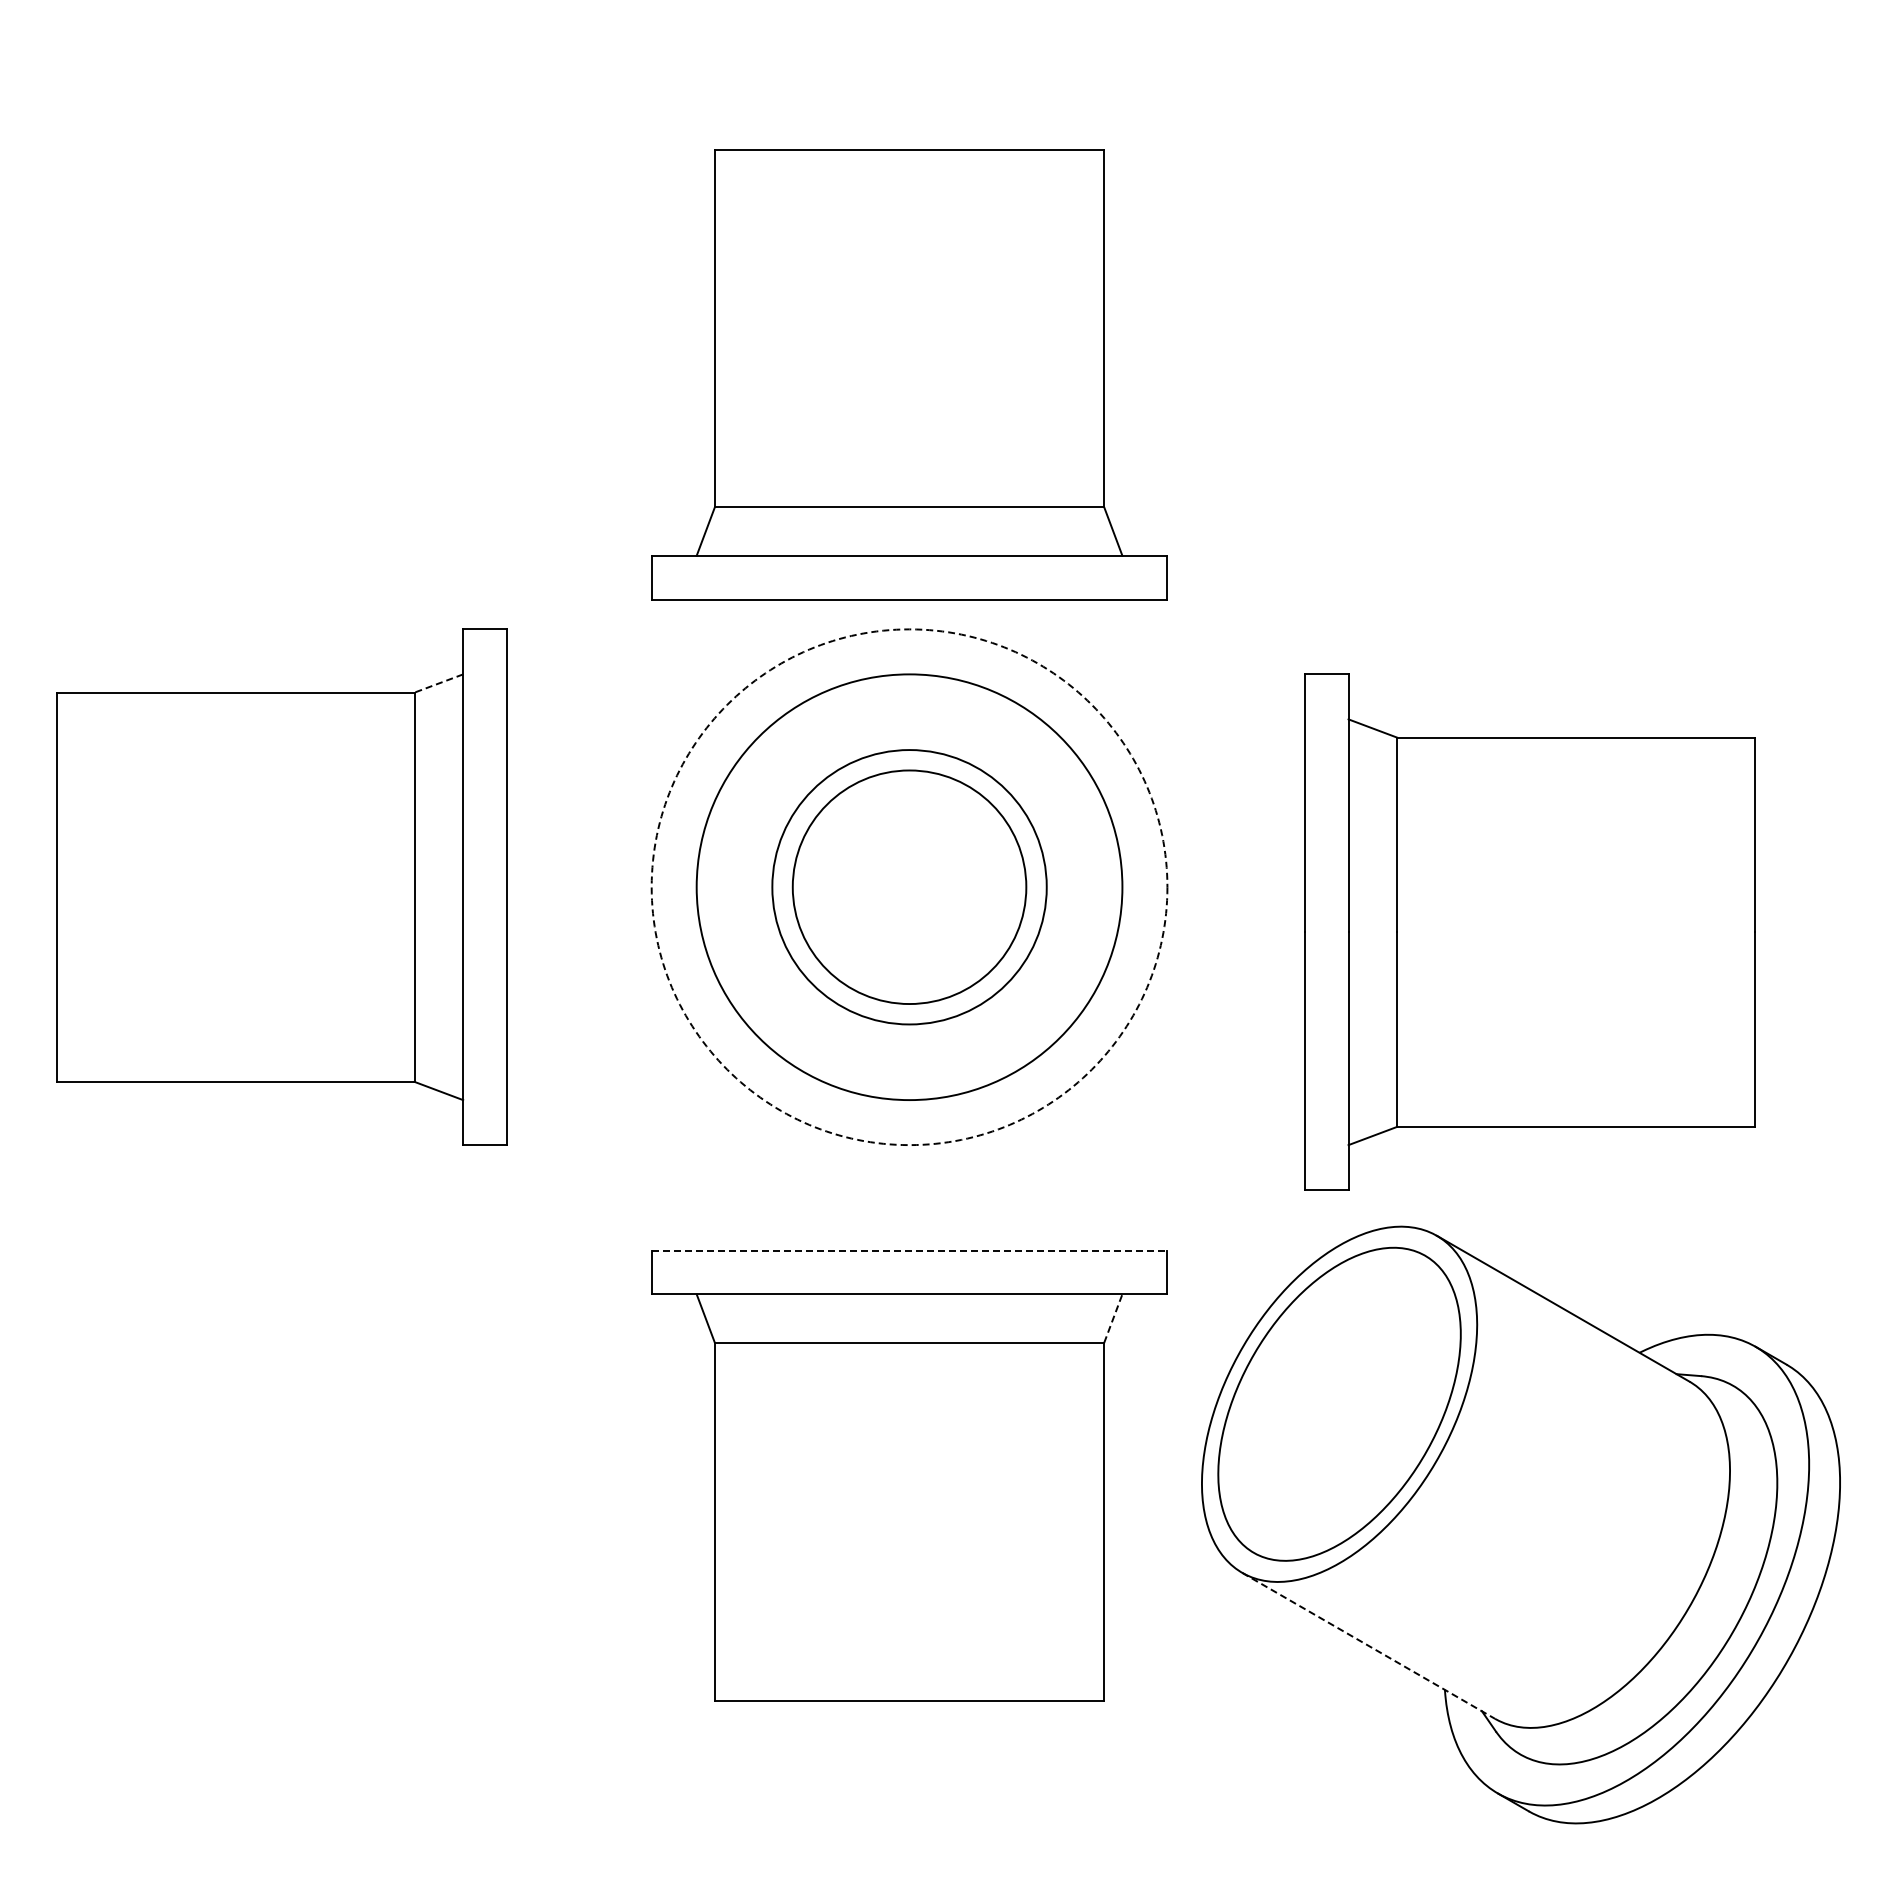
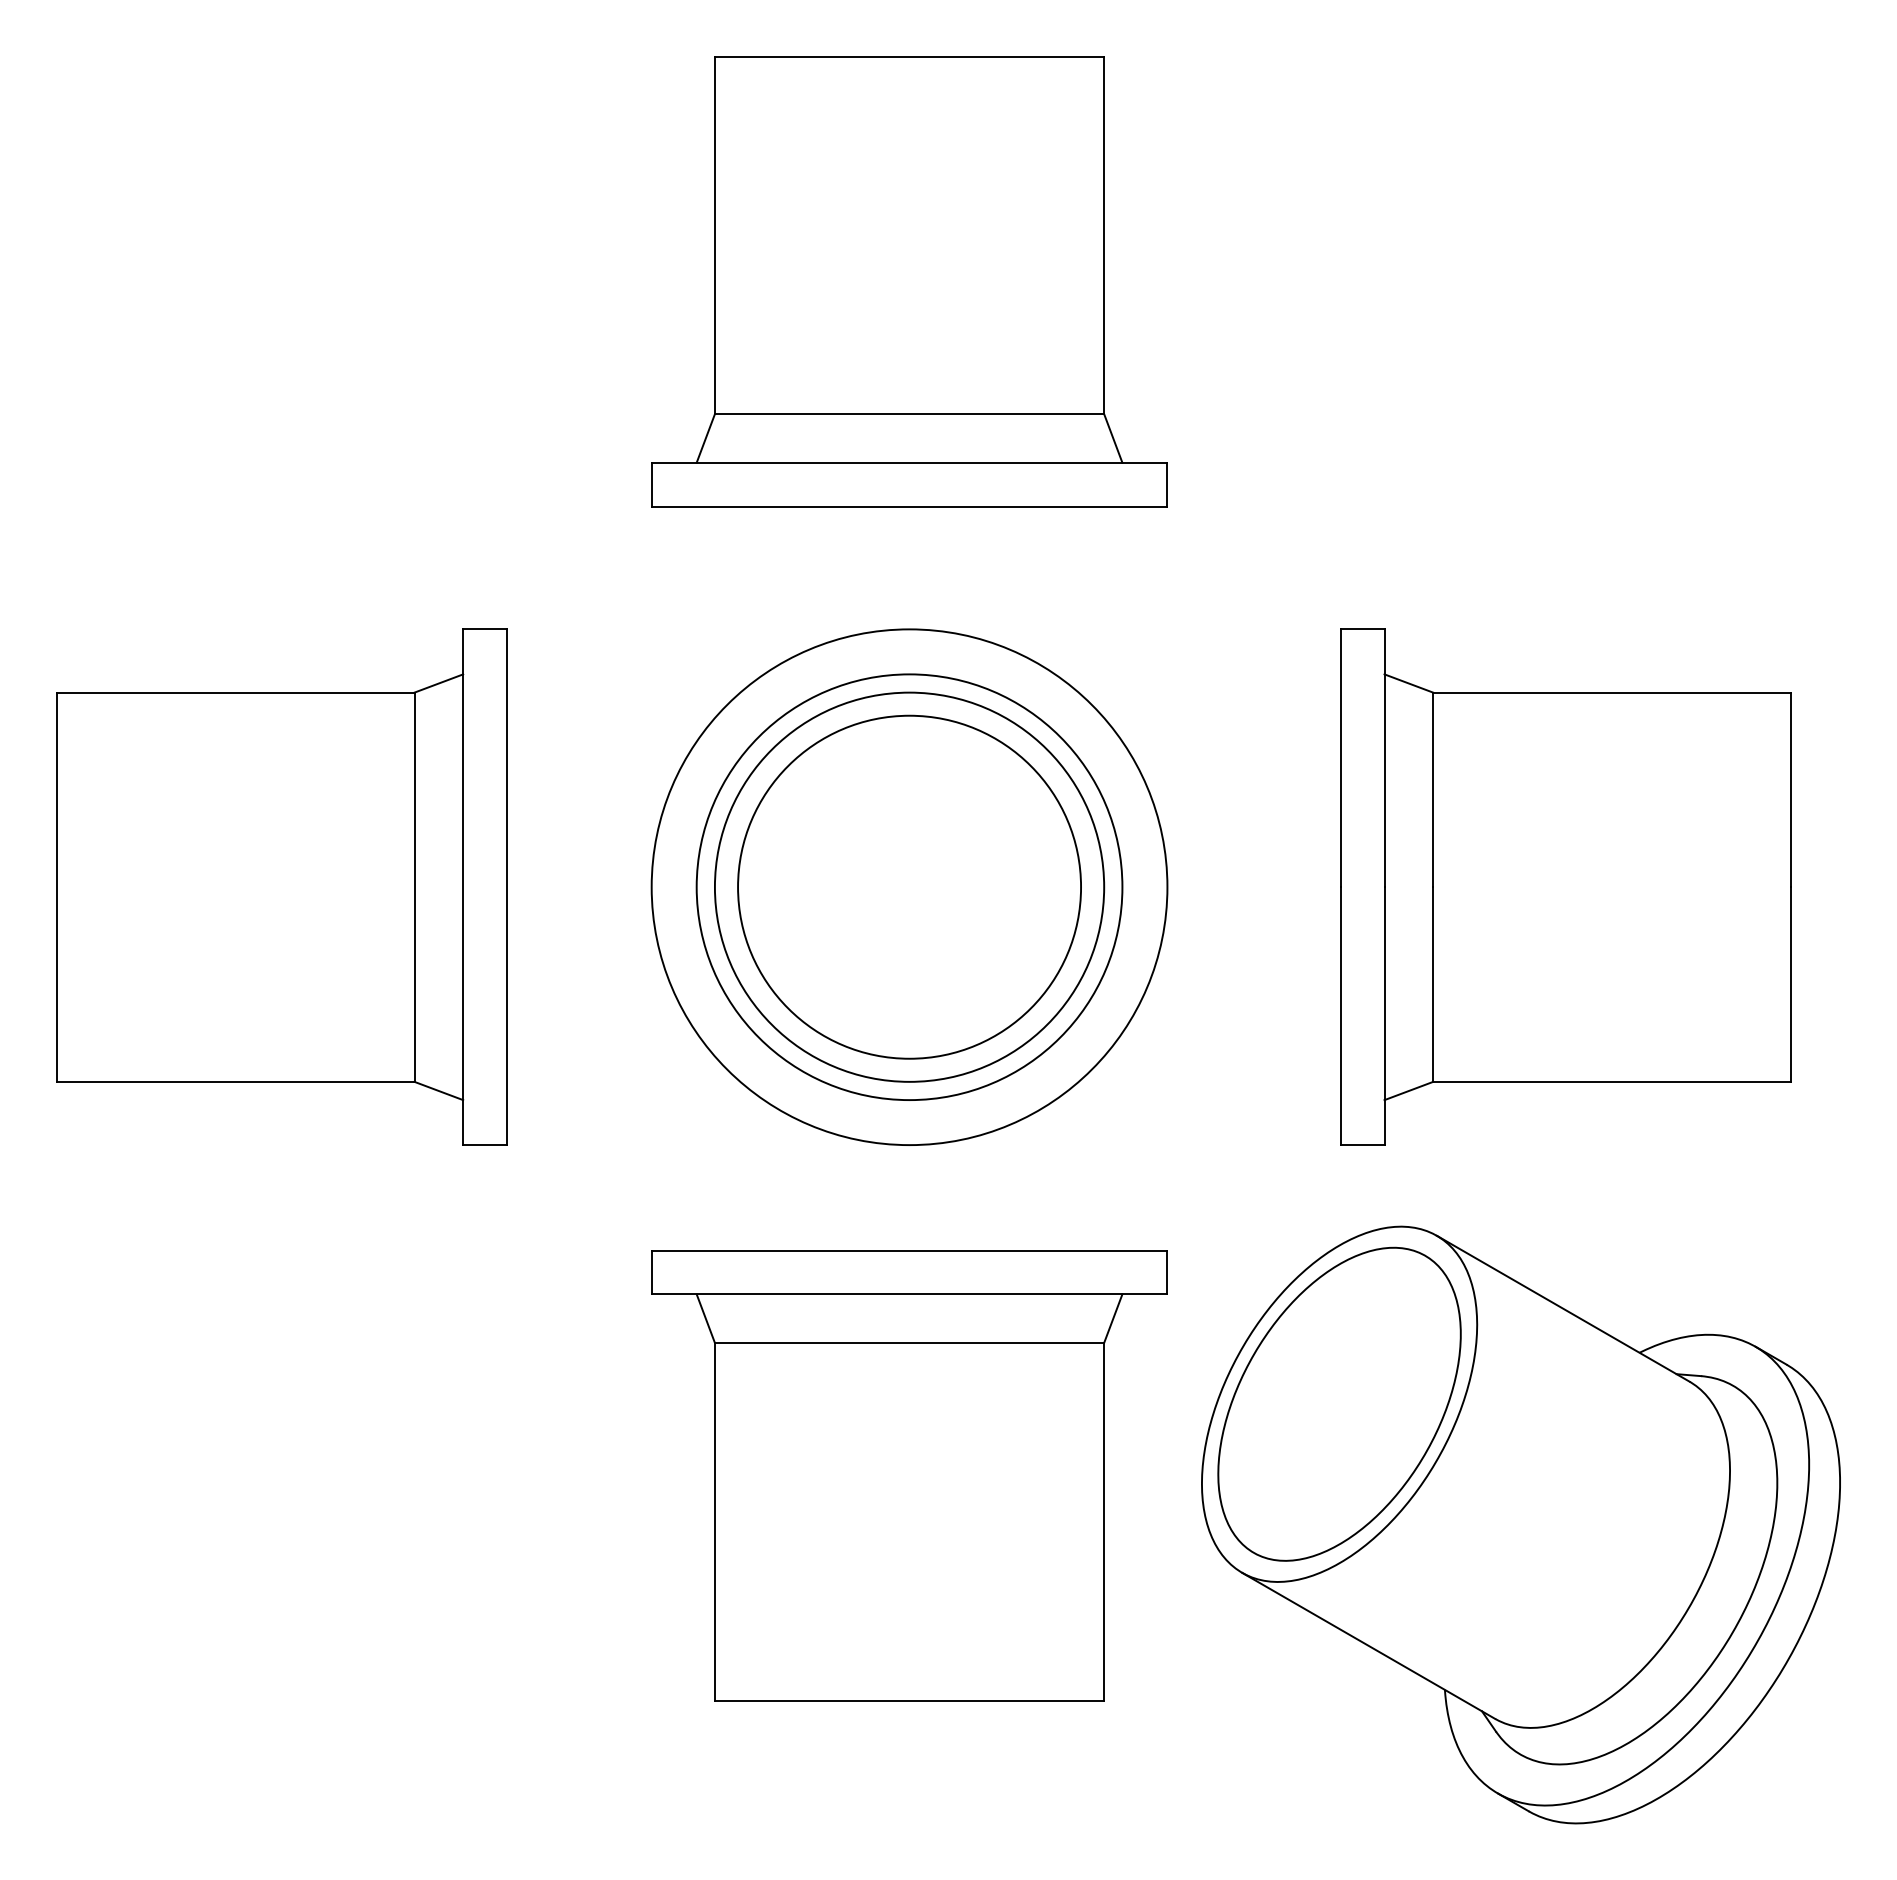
part at (909, 374) position: (909, 374) -> (909, 281)
line at (438, 683): dashed -> solid
circle at (909, 887) diameter: 234 px -> 389 px
circle at (909, 887) diameter: 274 px -> 343 px
circle at (909, 887): dashed -> solid
part at (1529, 931) position: (1529, 931) -> (1565, 886)
line at (909, 1250): dashed -> solid
line at (1113, 1318): dashed -> solid
line at (1368, 1645): dashed -> solid
